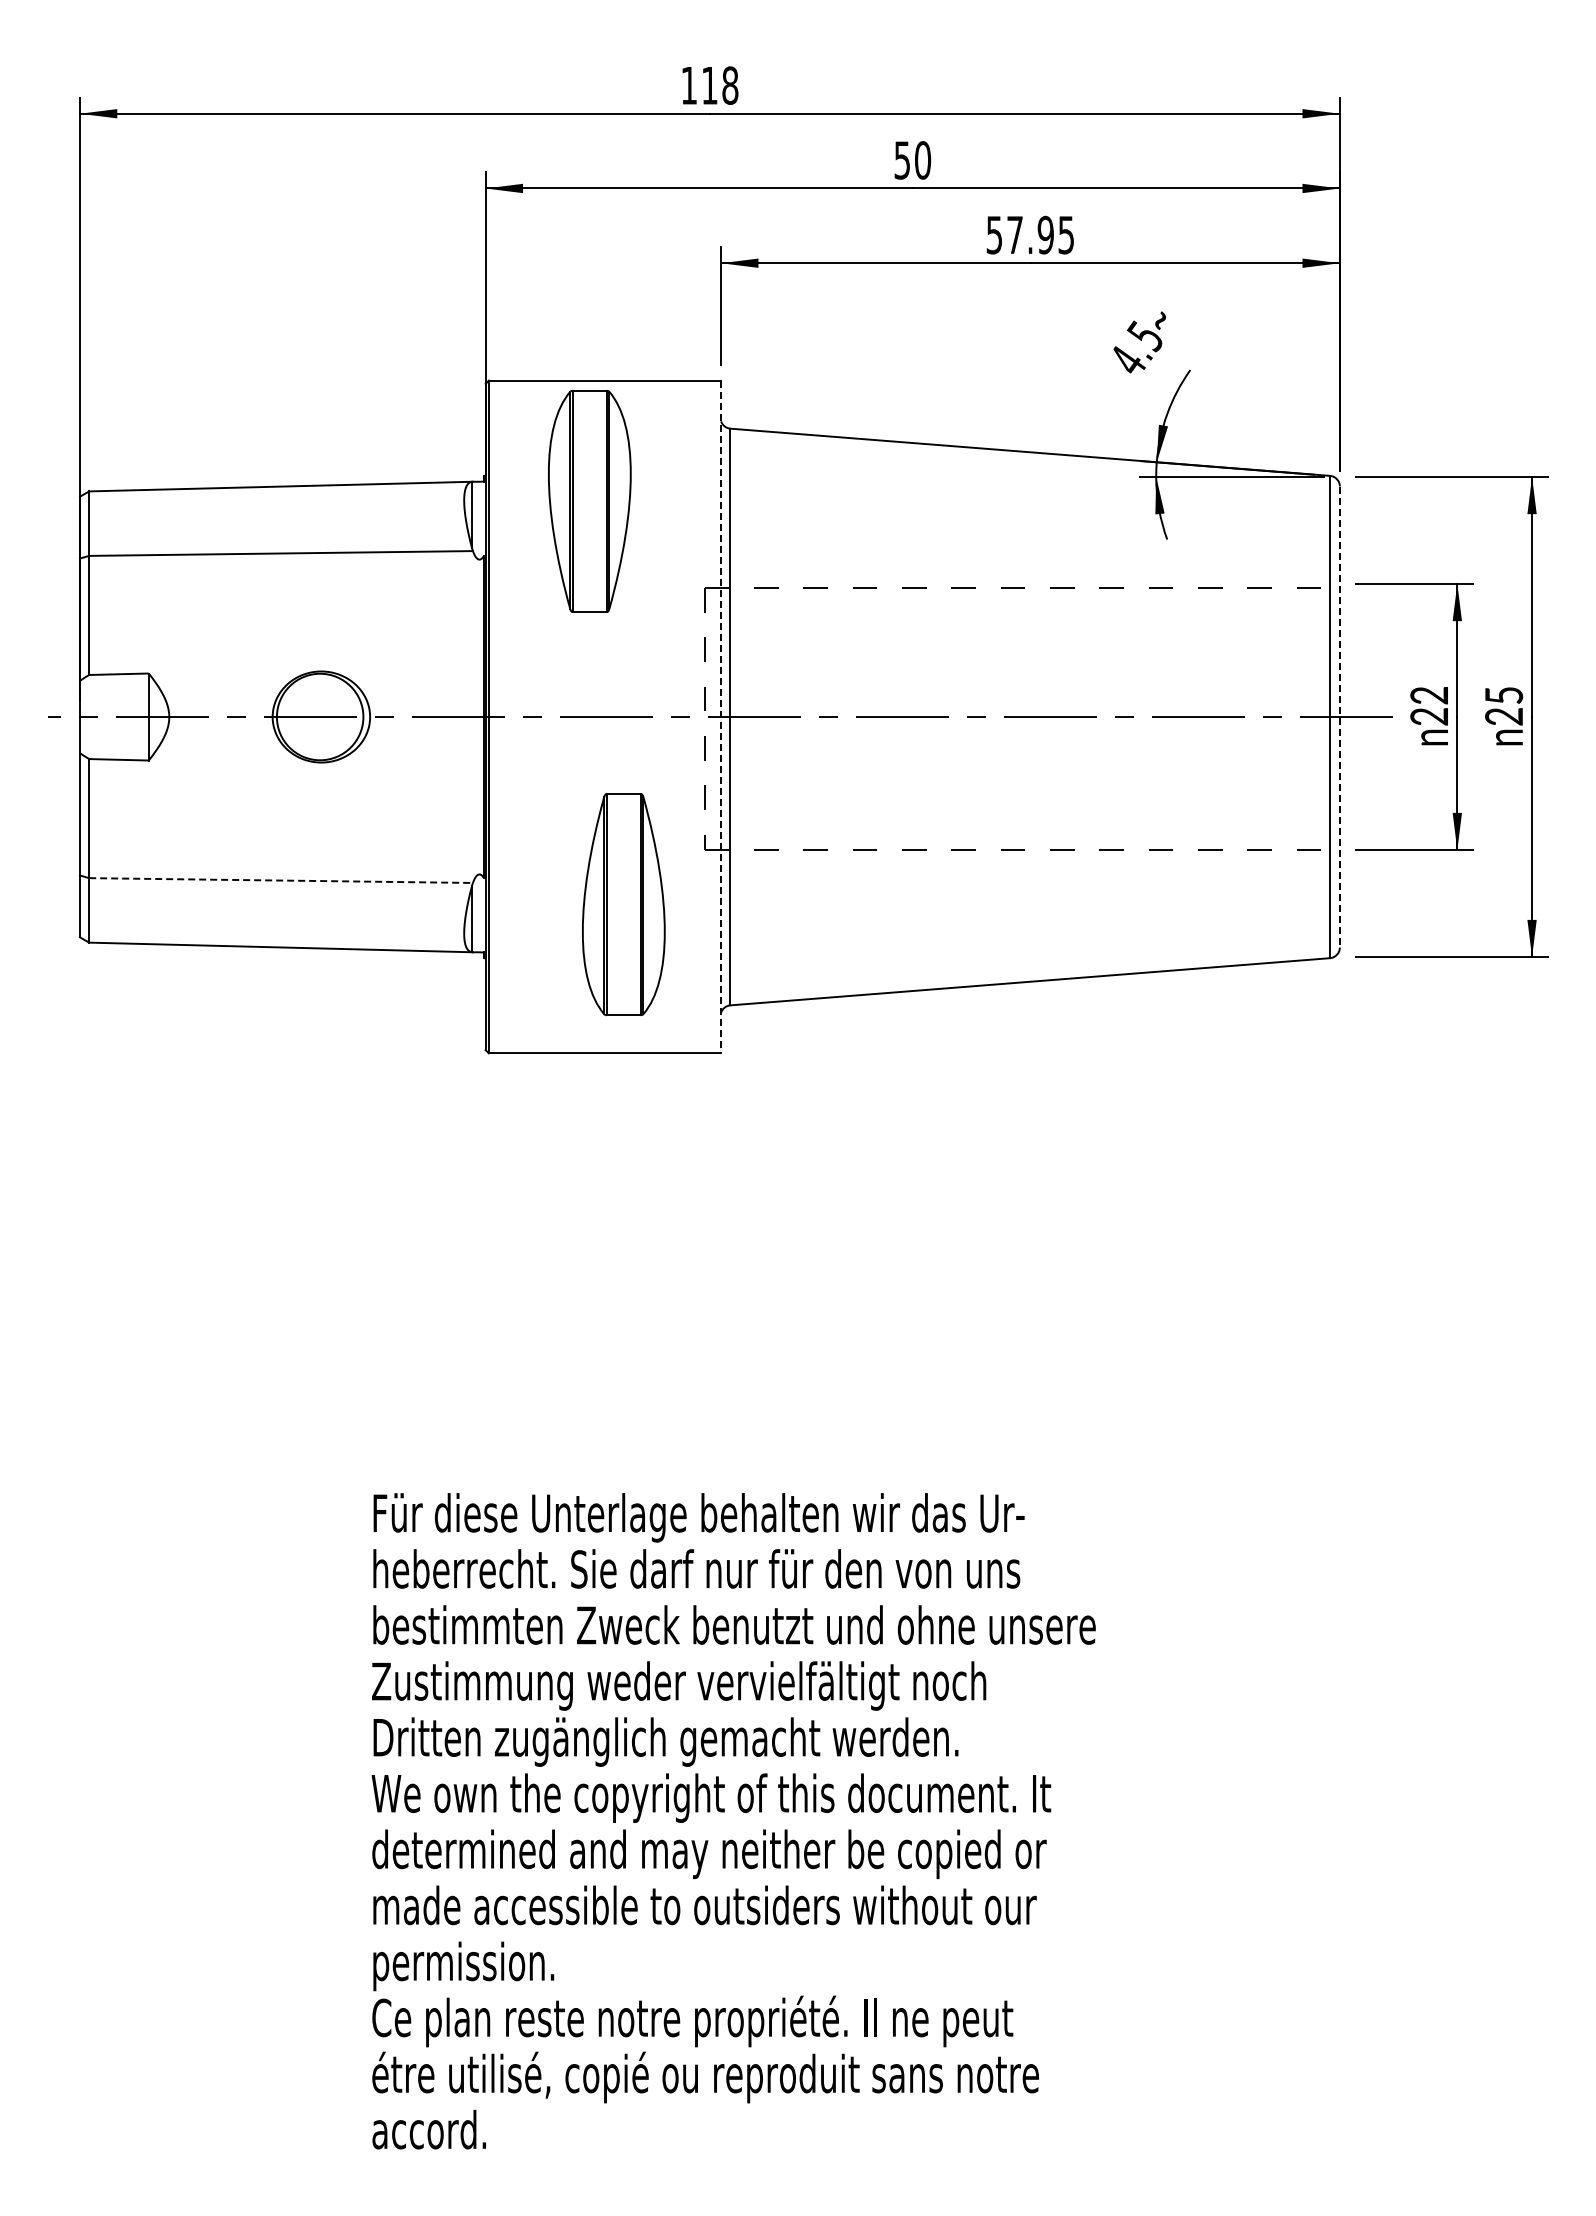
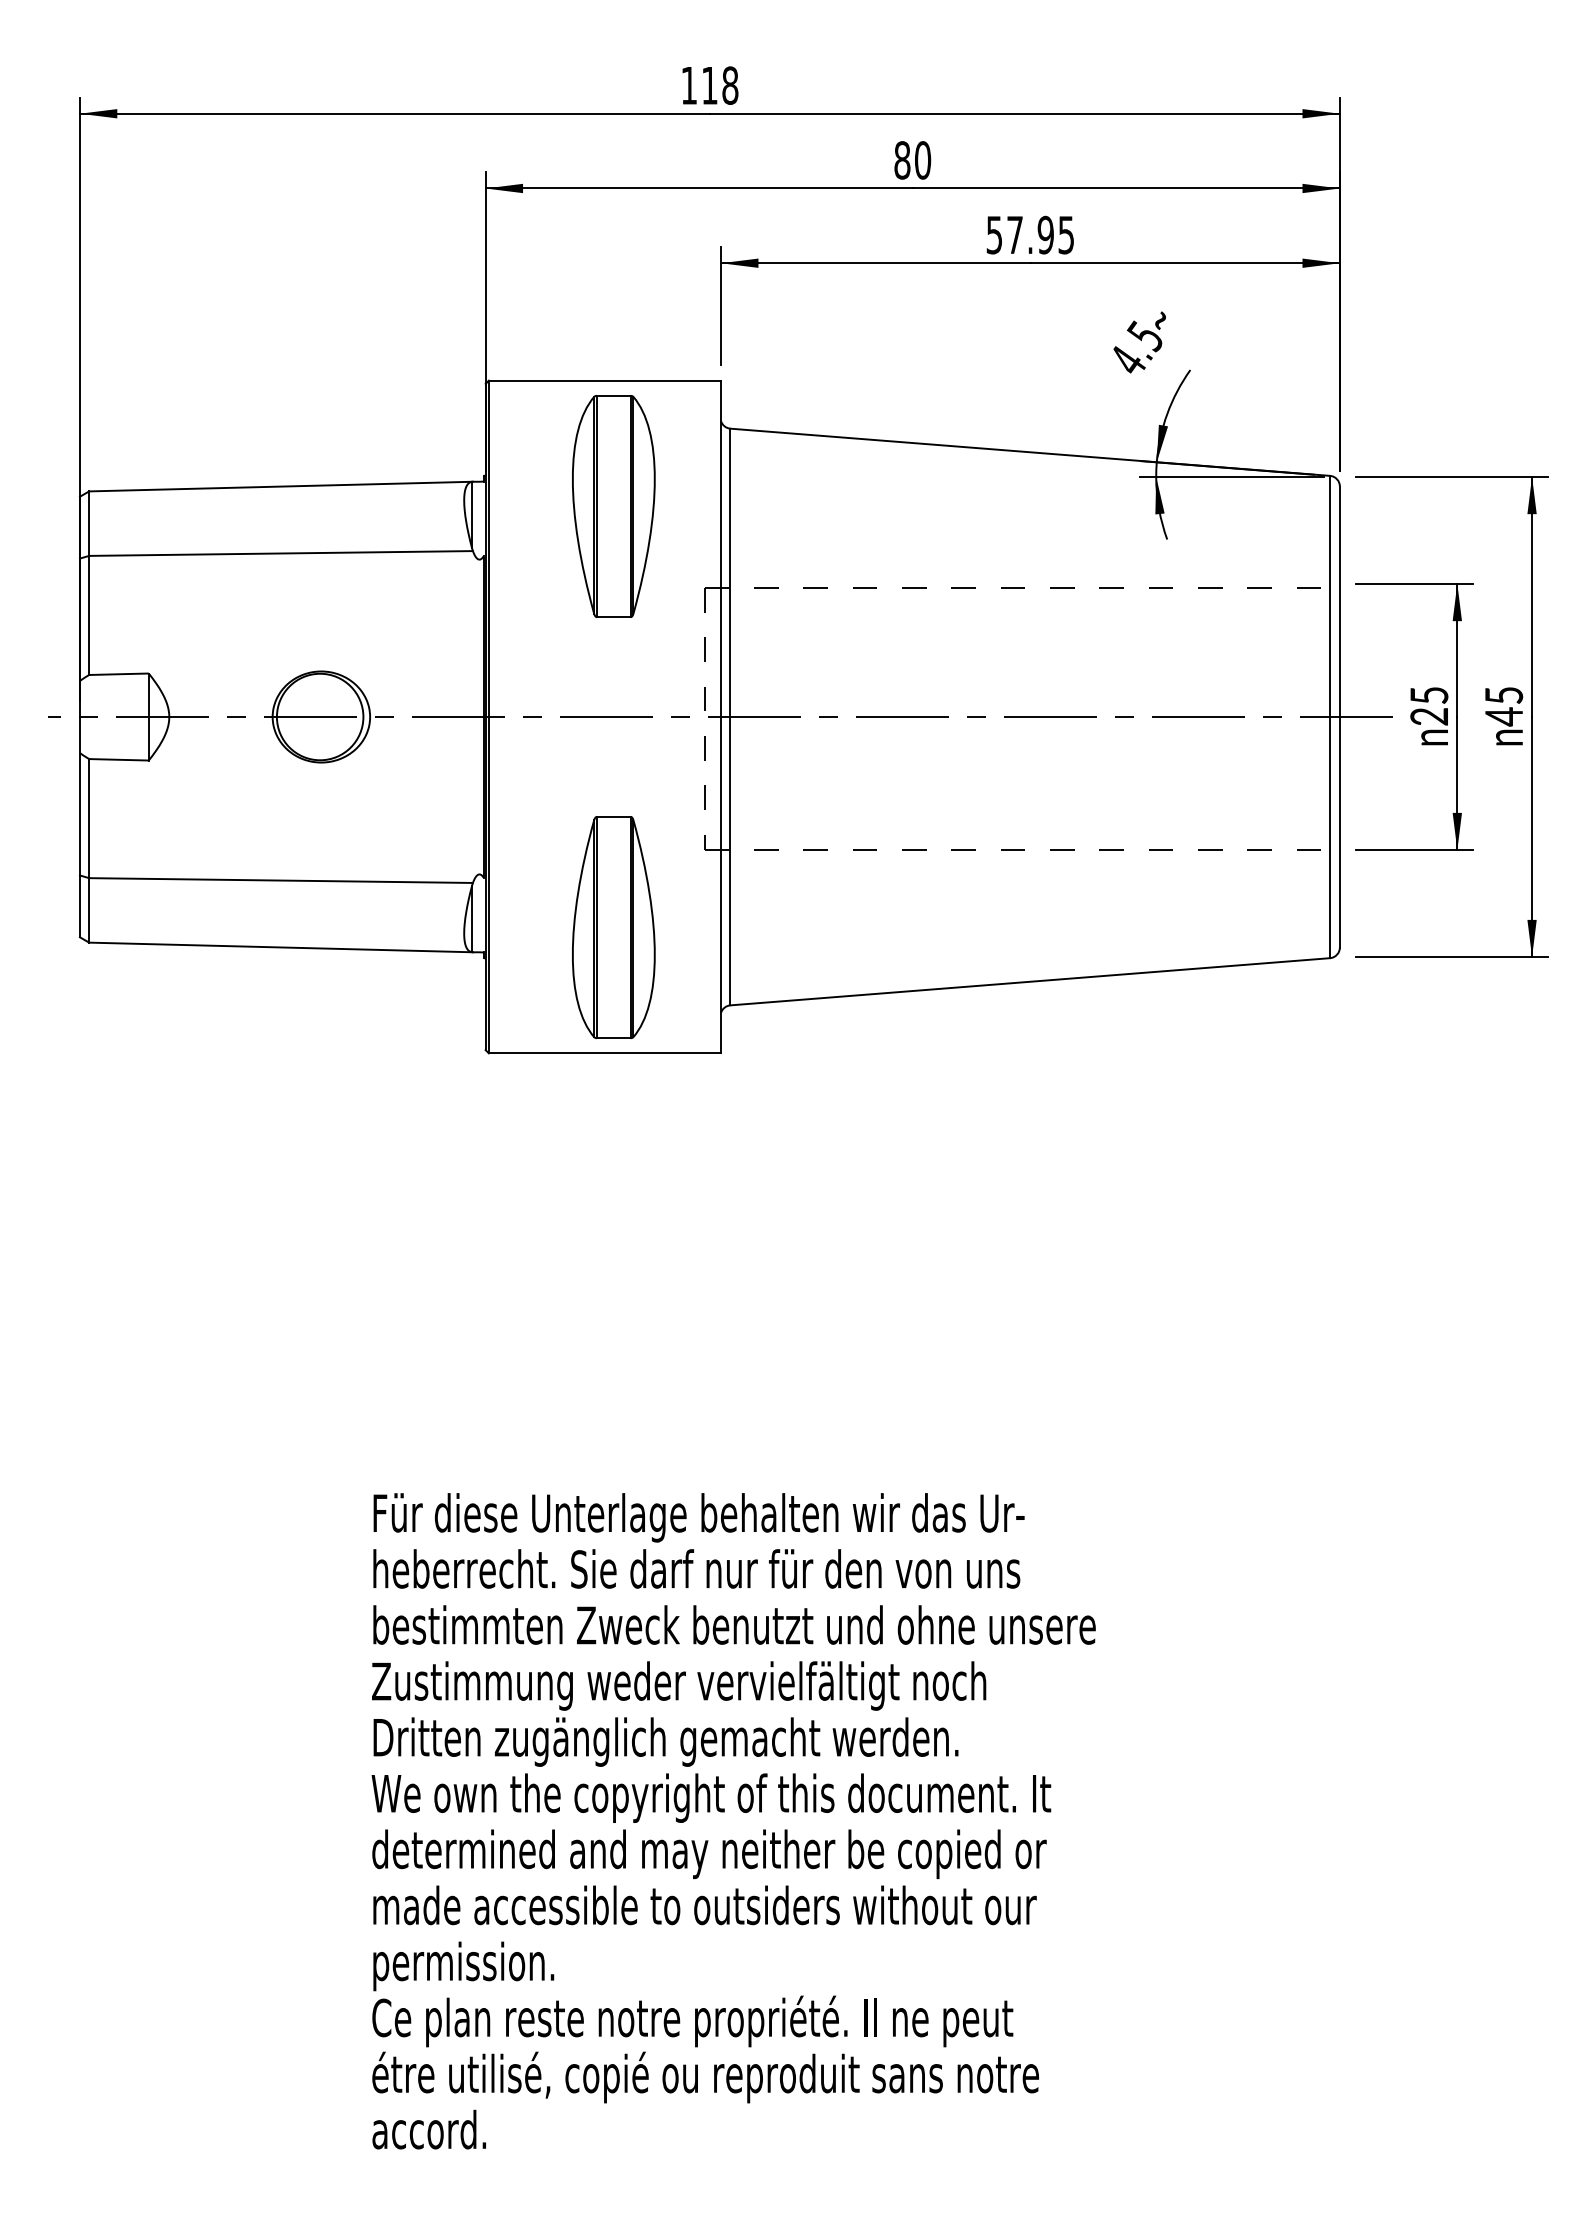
text at (902, 160): 50 -> 80
part at (589, 501) position: (589, 501) -> (613, 506)
text at (1429, 695): 22 -> 25
text at (1503, 716): 25 -> 45
line at (721, 717): dashed -> solid
line at (1339, 717): dashed -> solid
line at (281, 880): dashed -> solid
part at (623, 904) position: (623, 904) -> (613, 927)
